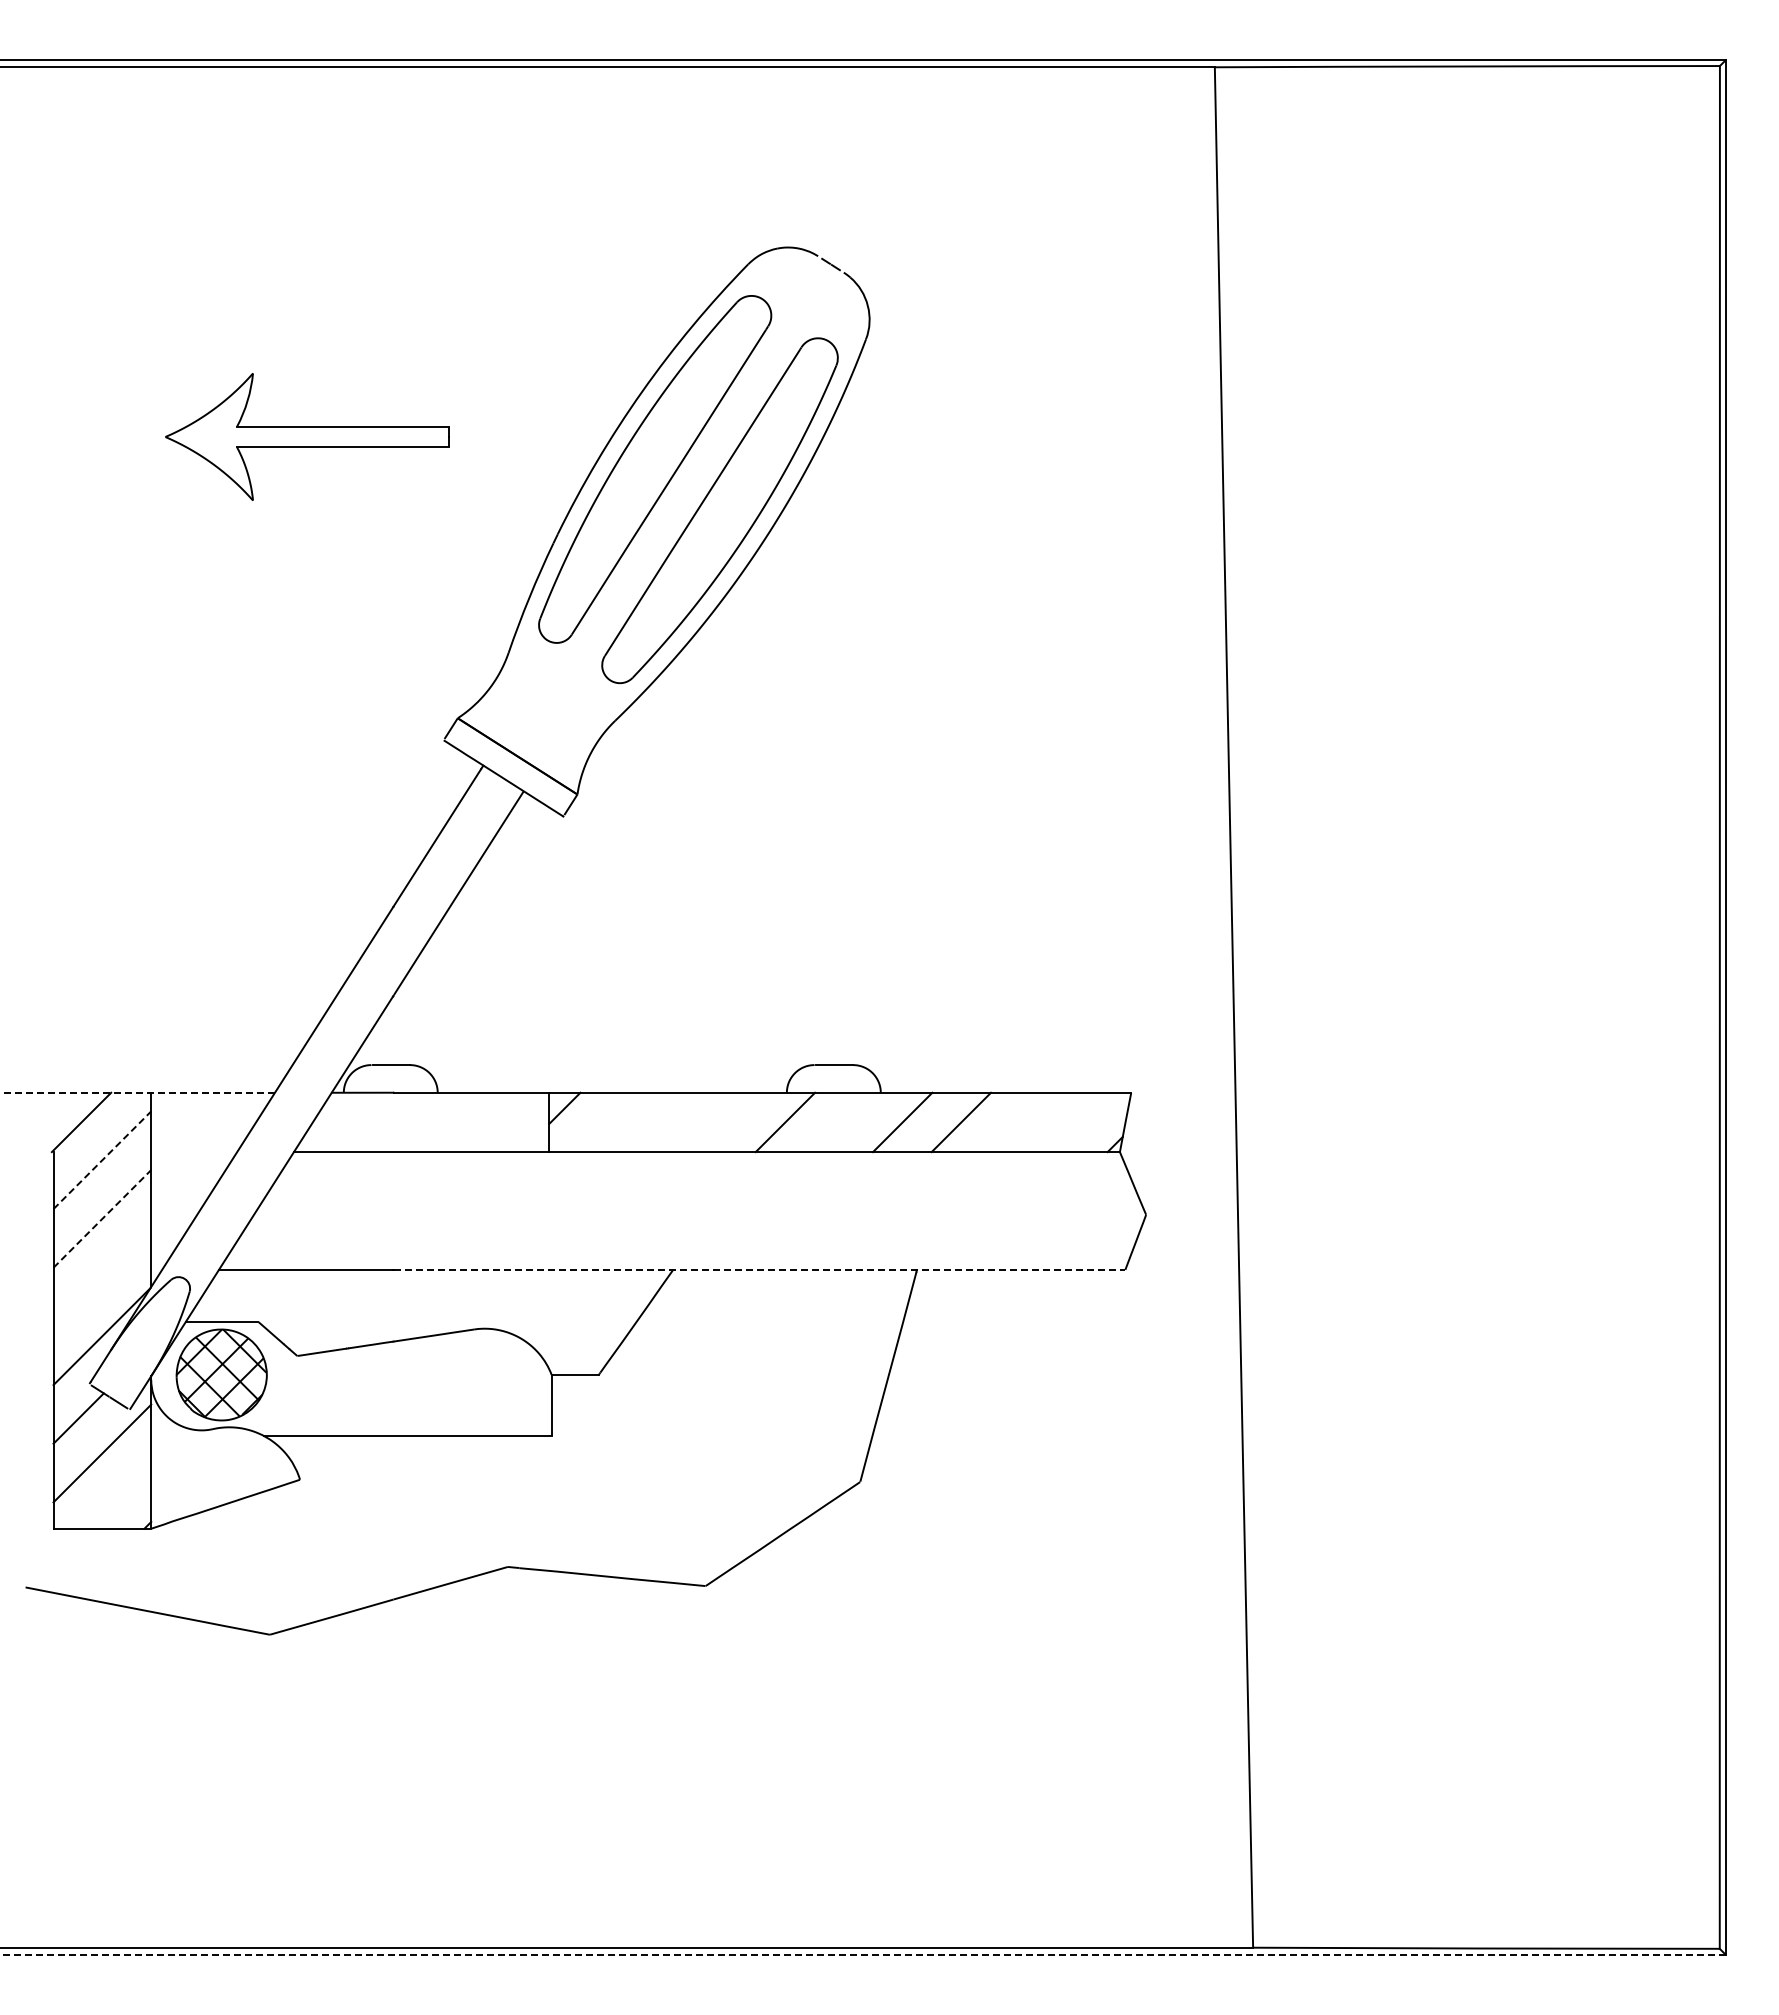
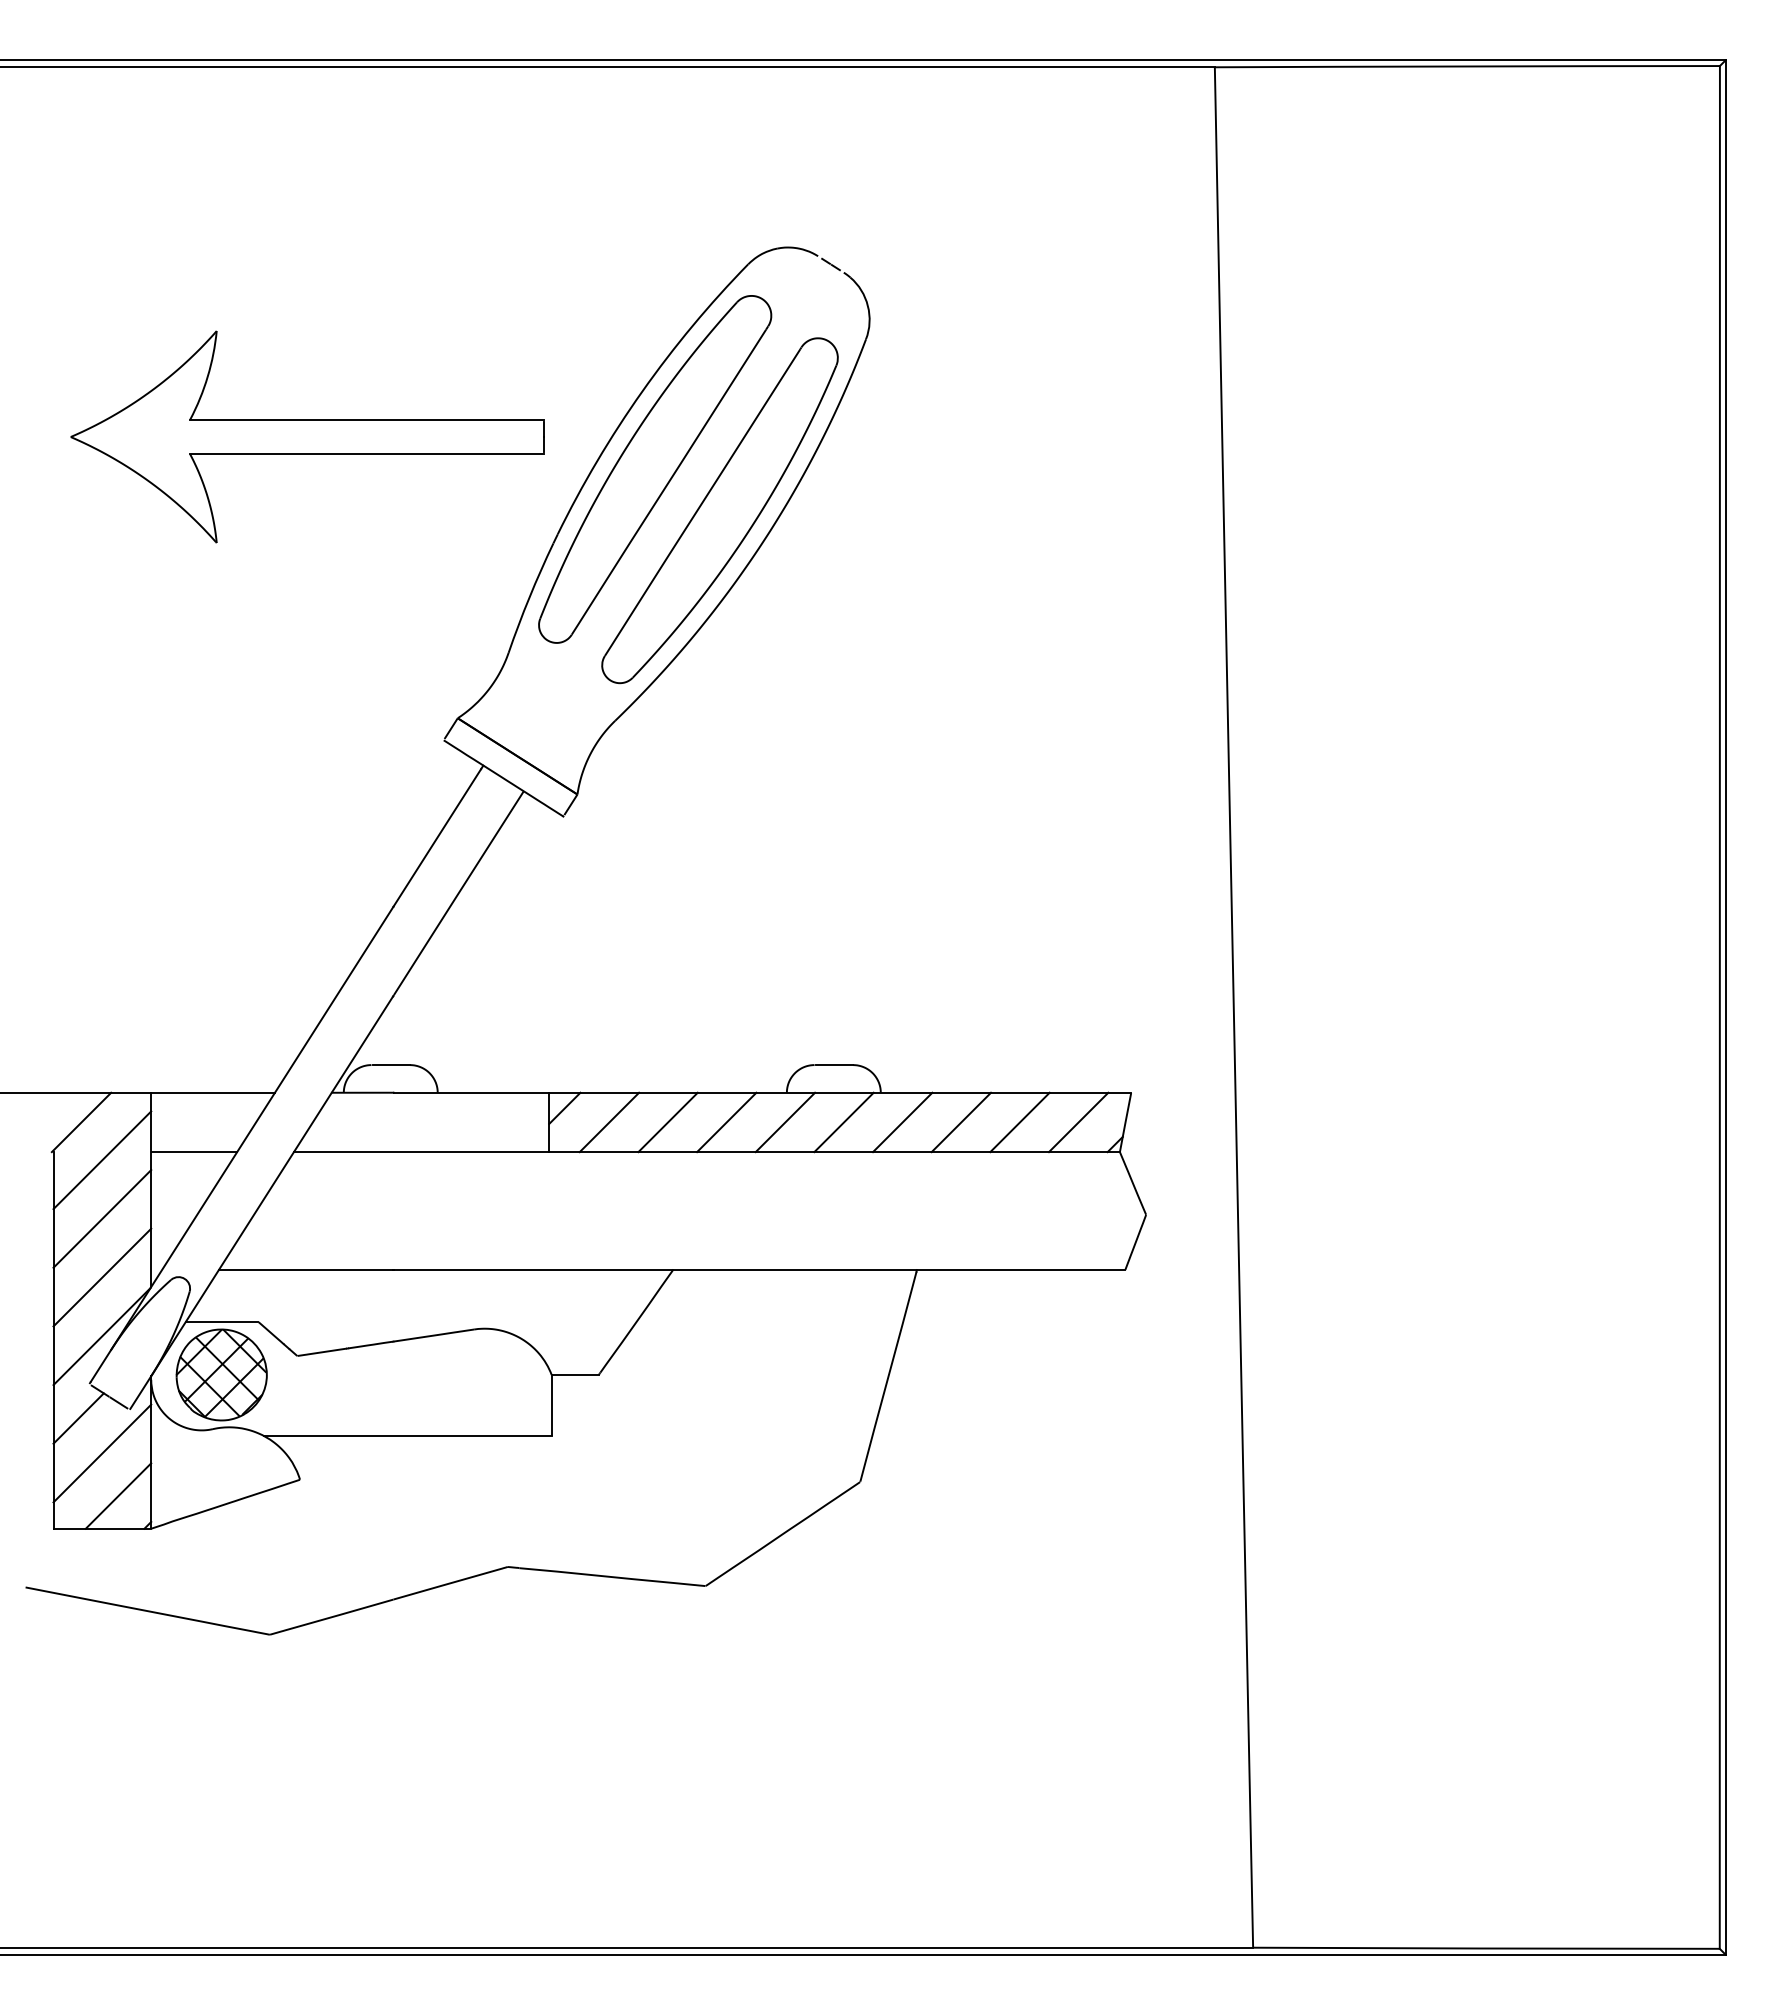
part at (307, 436) size: 285x128 px -> 475x214 px
line at (137, 1092): dashed -> solid
line at (609, 1122): none -> present
line at (667, 1122): none -> present
line at (726, 1122): none -> present
line at (843, 1122): none -> present
line at (1019, 1122): none -> present
line at (1078, 1122): none -> present
line at (194, 1152): none -> present
line at (102, 1159): dashed -> solid
line at (102, 1218): dashed -> solid
line at (760, 1269): dashed -> solid
line at (102, 1277): none -> present
line at (118, 1495): none -> present
line at (862, 1954): dashed -> solid
